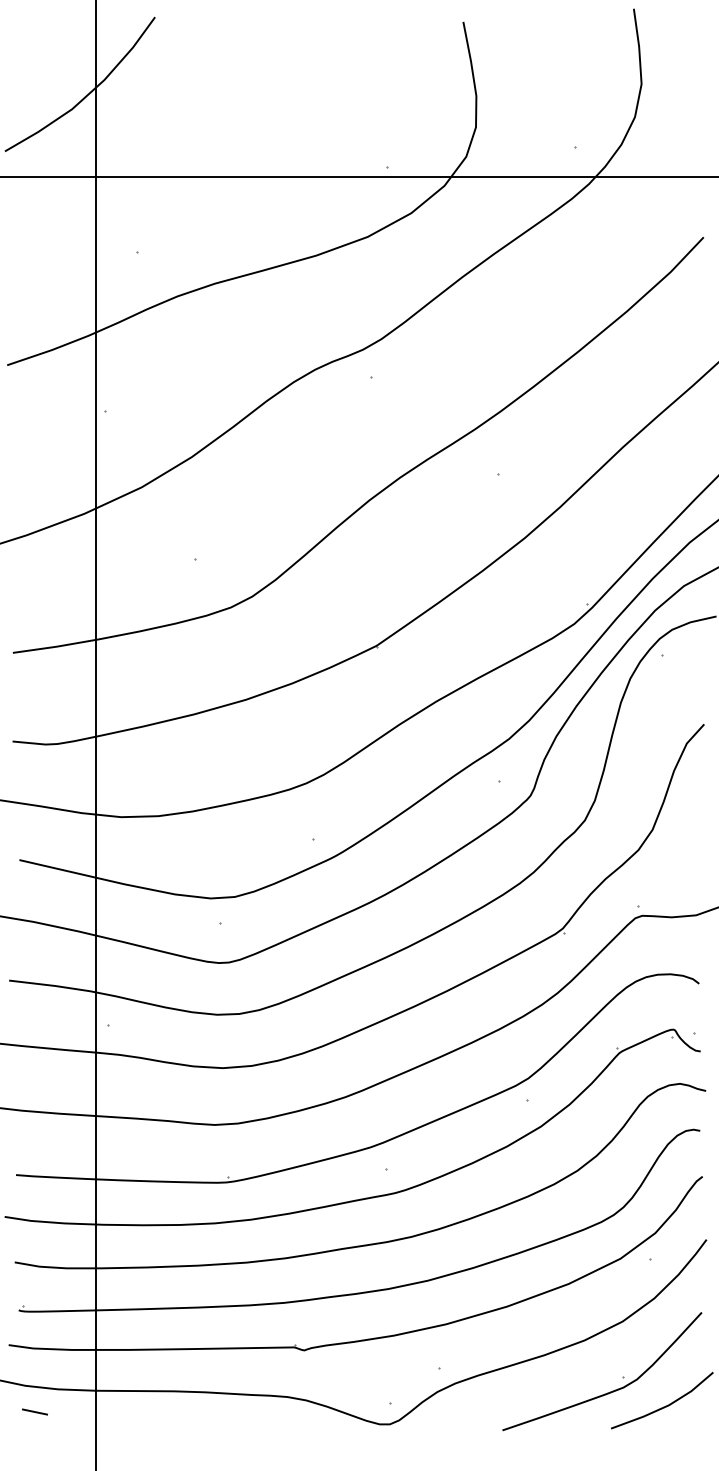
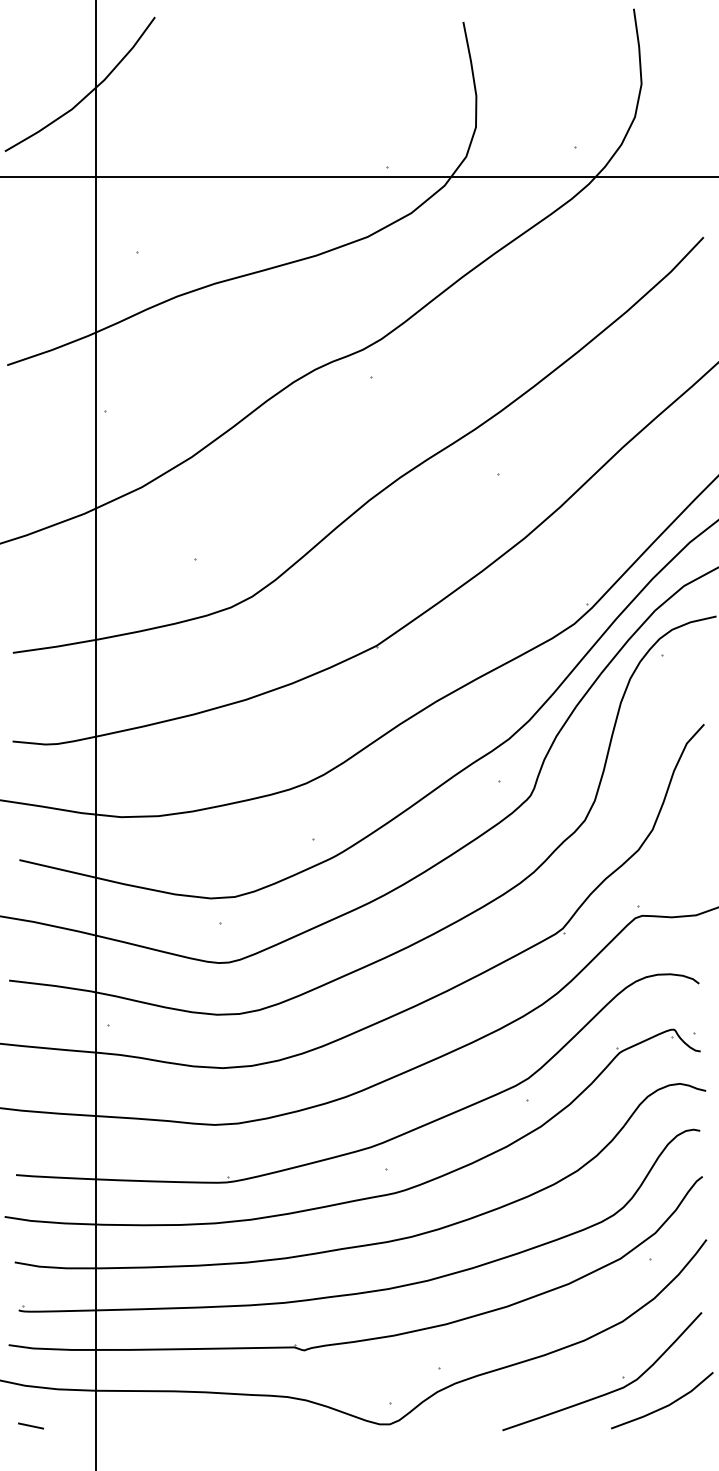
line at (34, 1411) position: (34, 1411) -> (30, 1425)
